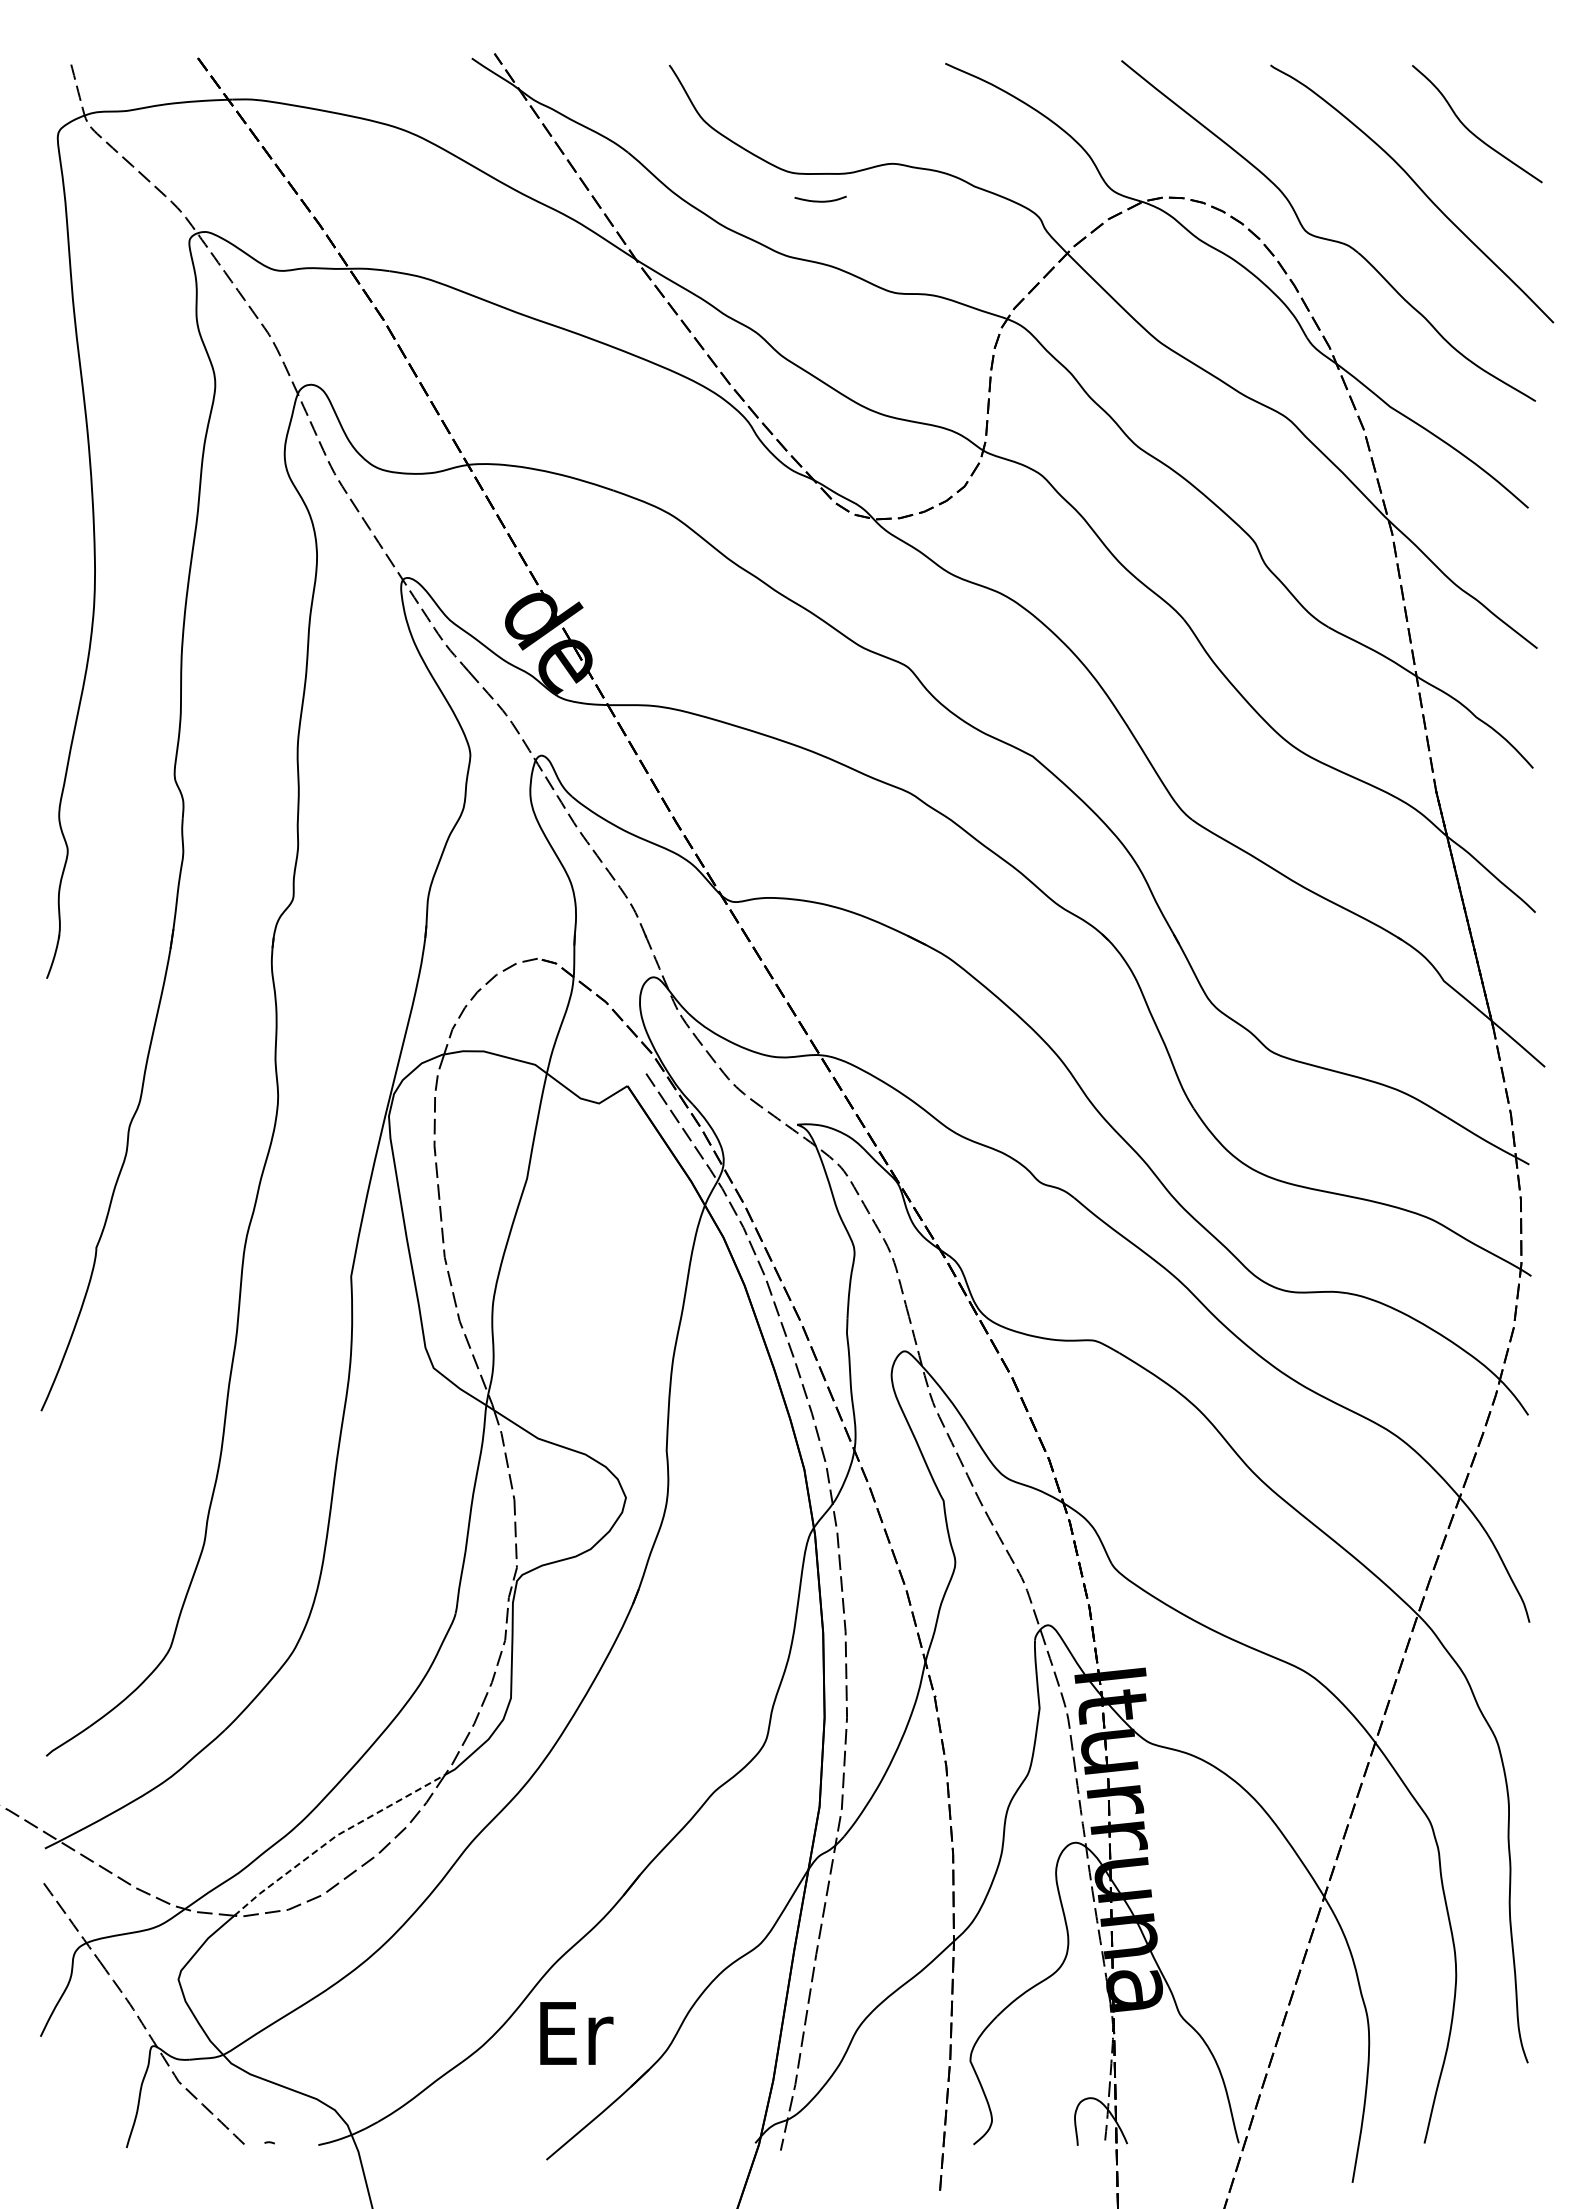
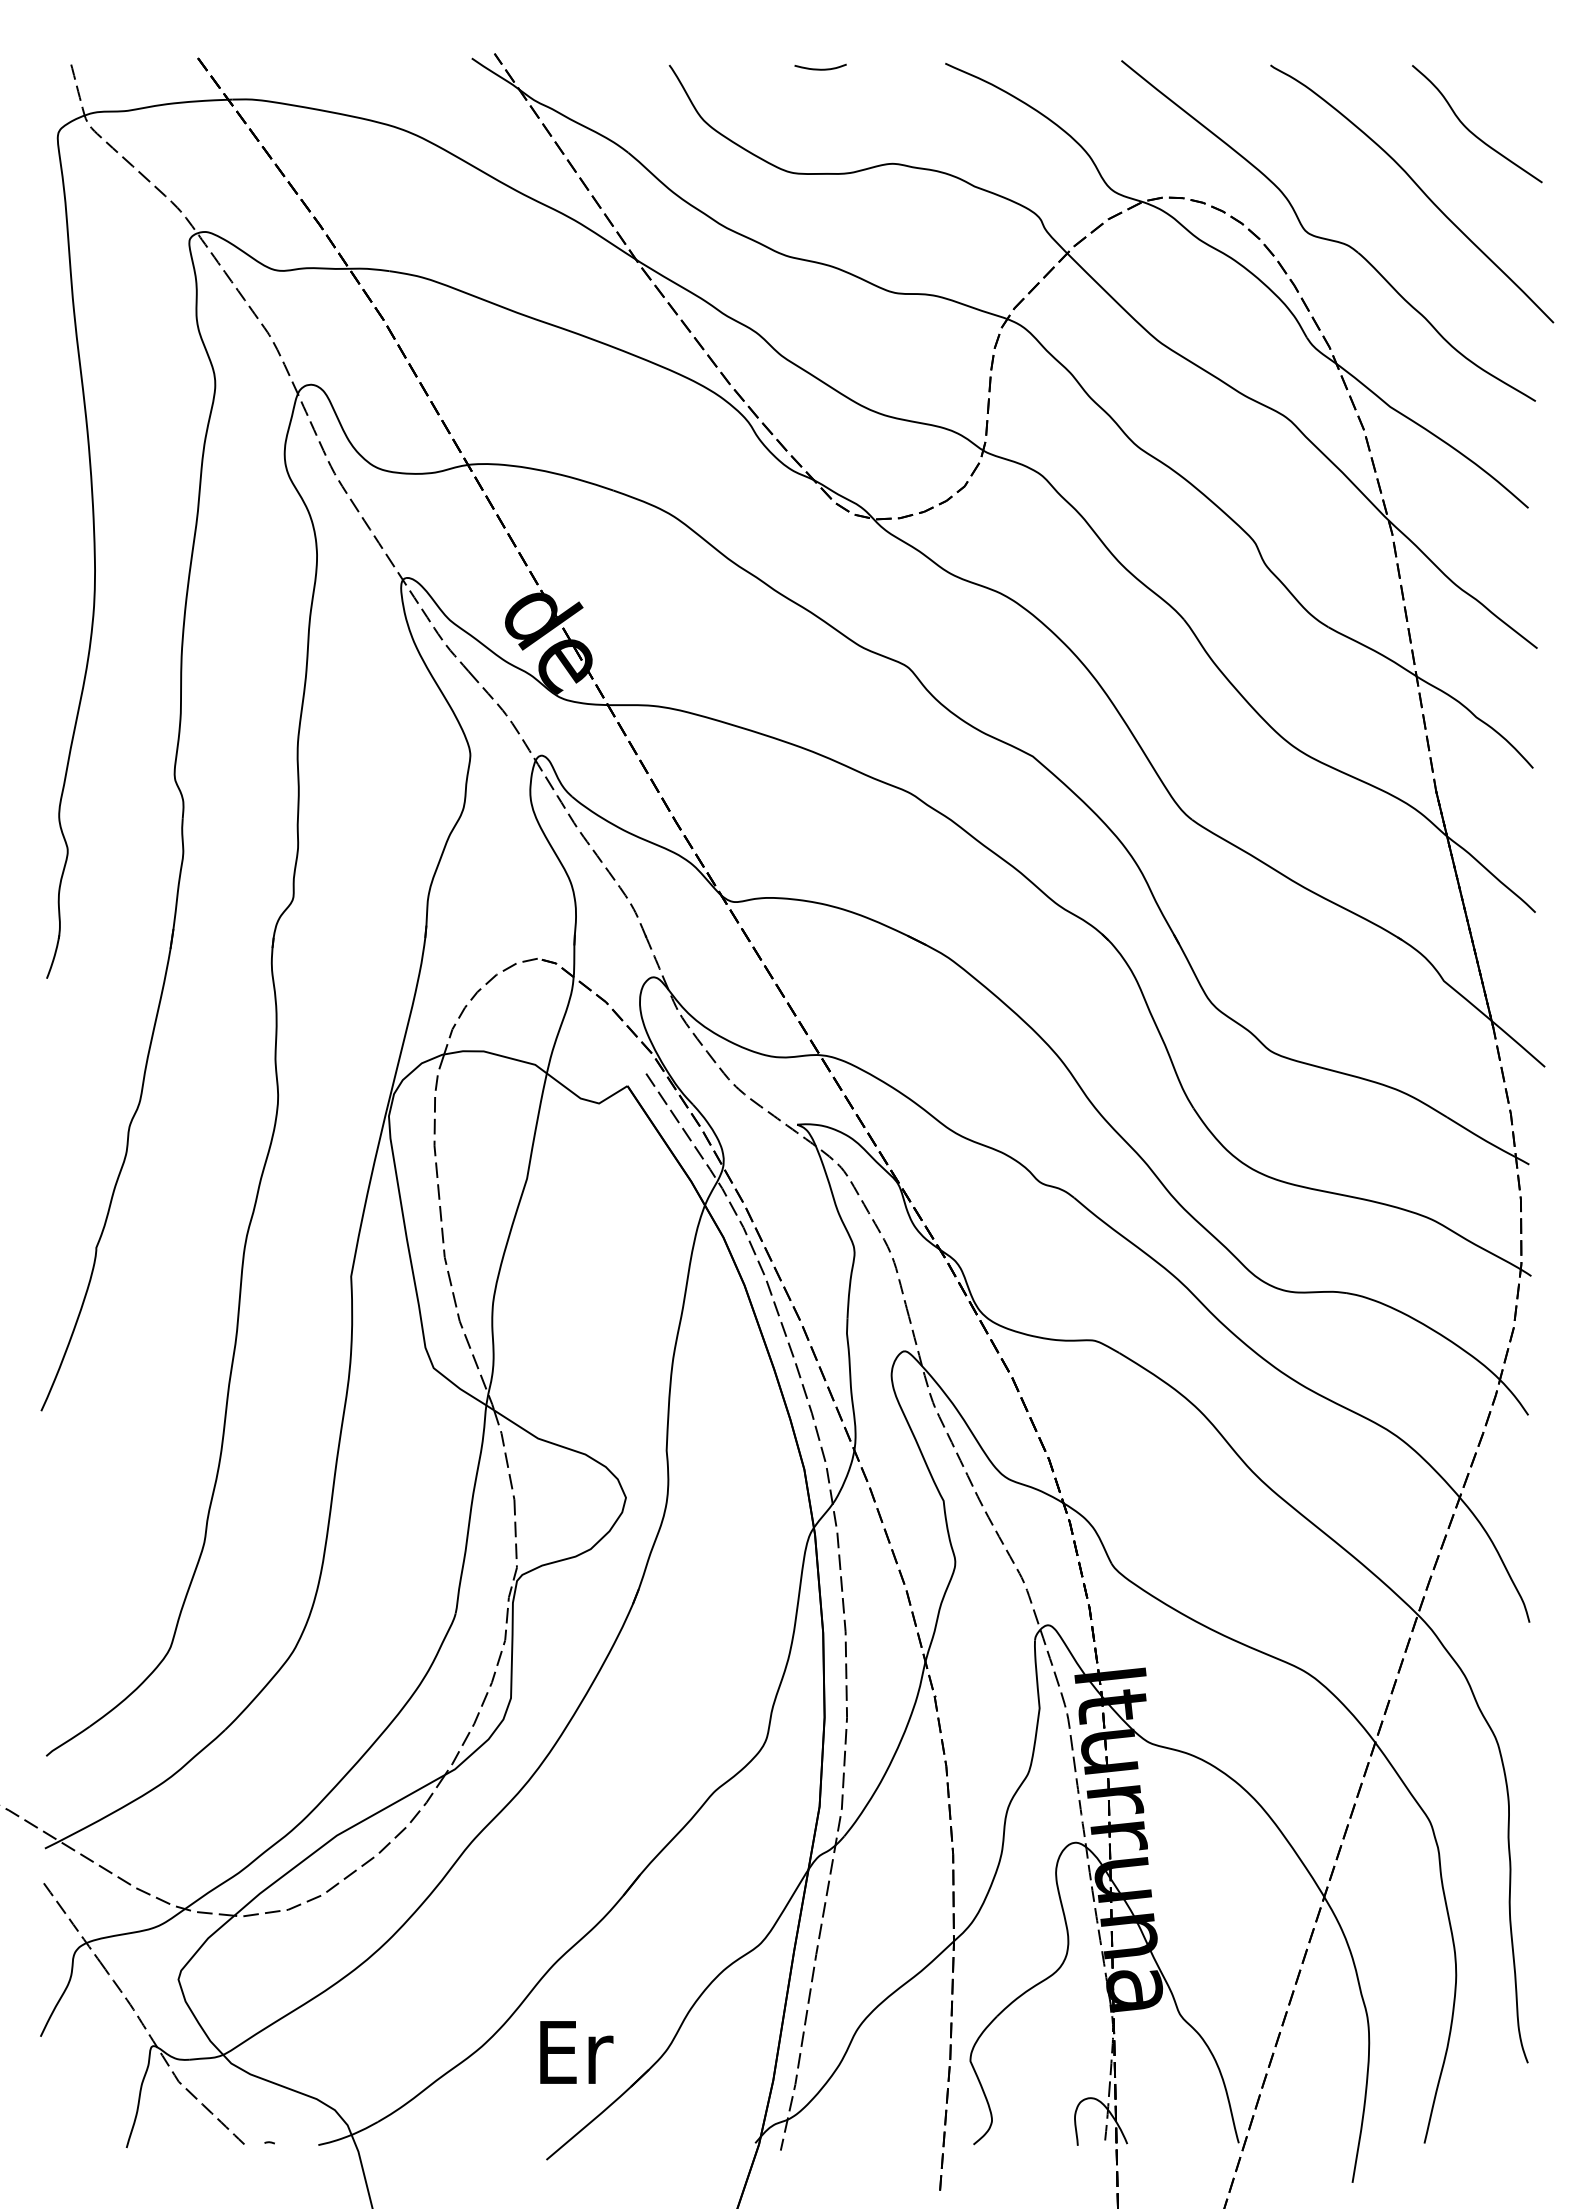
curve at (820, 200) position: (820, 200) -> (820, 68)
line at (334, 1837): dashed -> solid
text at (576, 2033) position: (576, 2033) -> (576, 2052)
